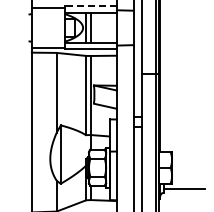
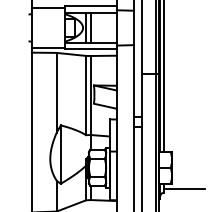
line at (90, 6): dashed -> solid
line at (164, 76): none -> present
